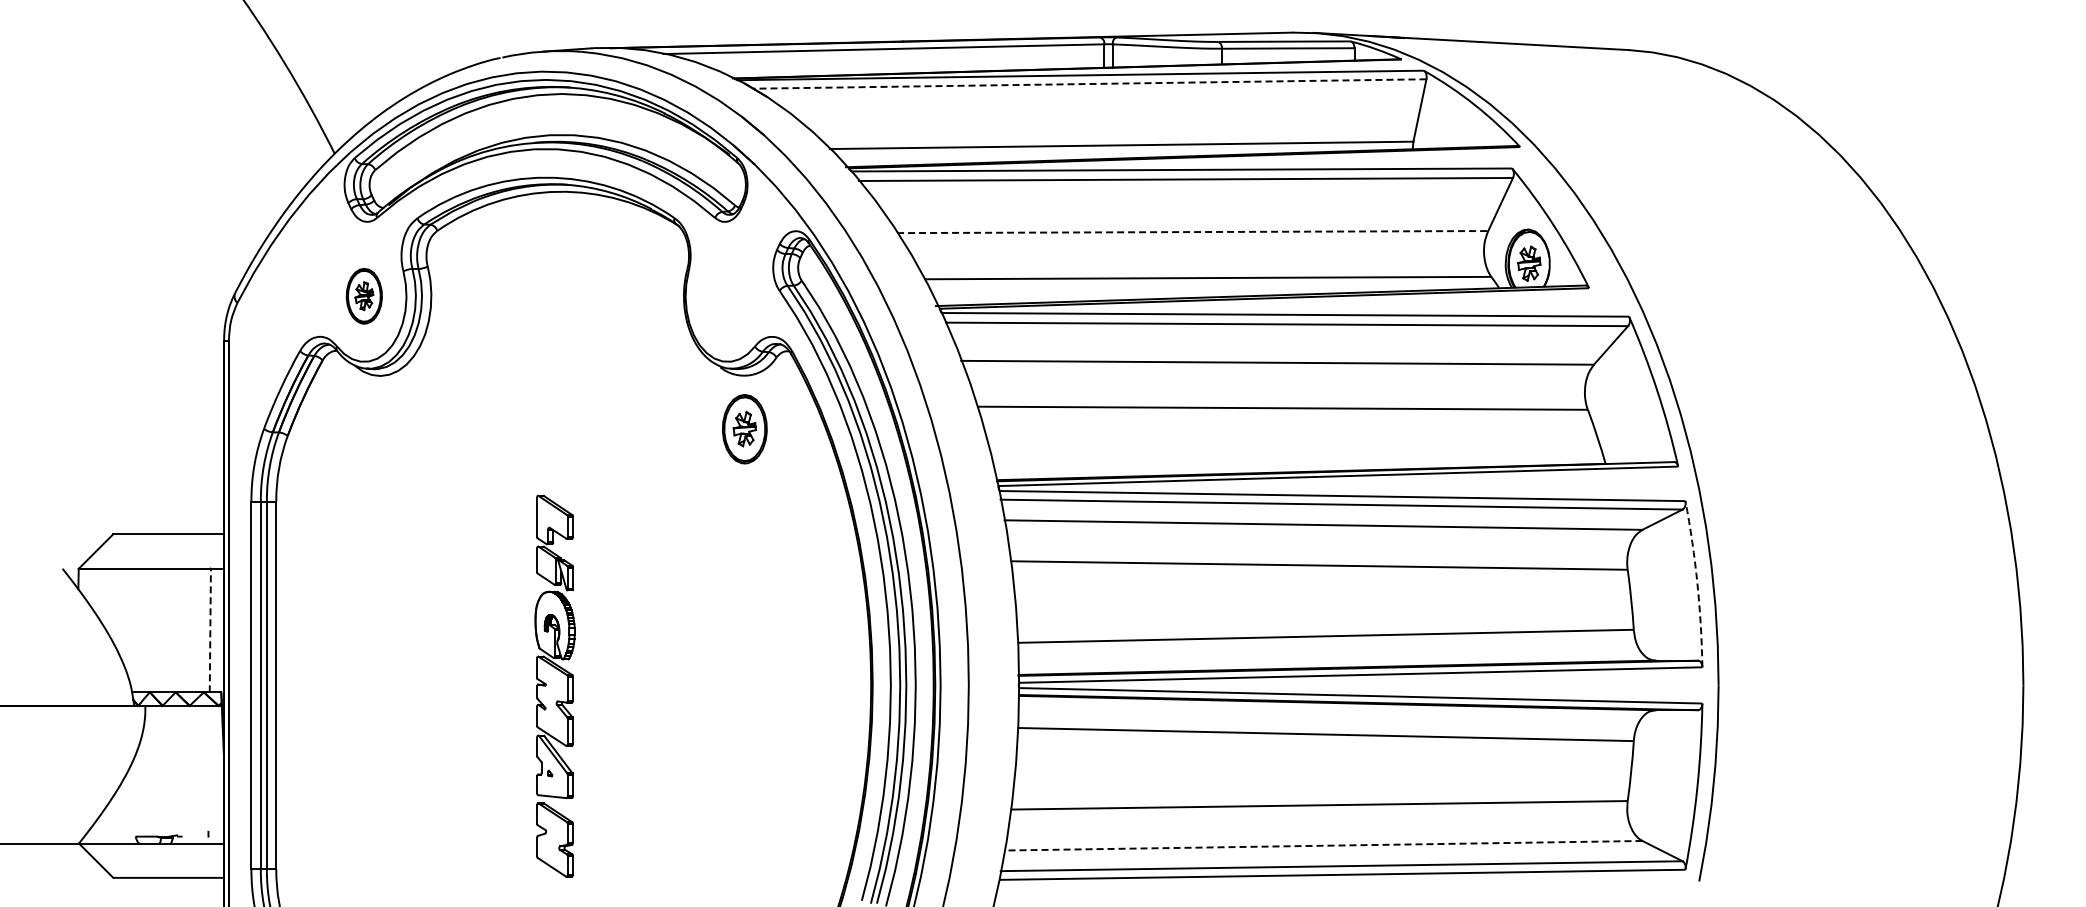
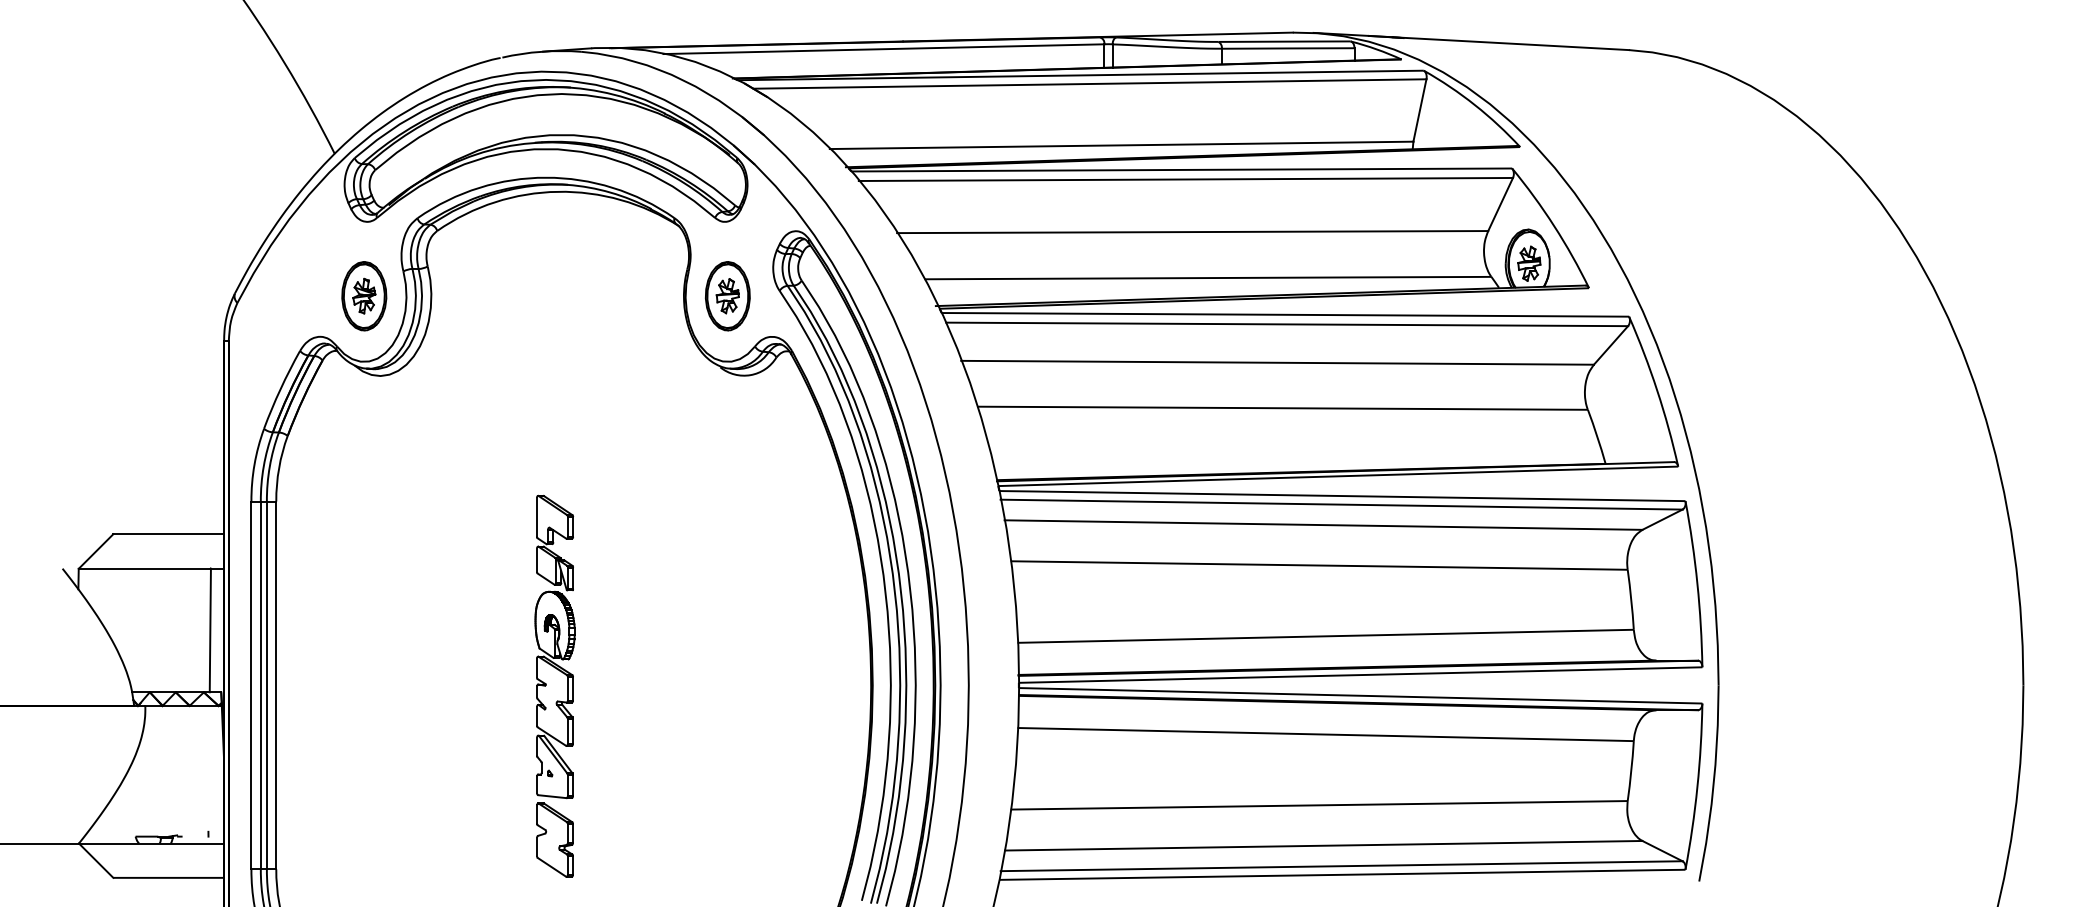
line at (1089, 84): dashed -> solid
line at (1192, 232): dashed -> solid
part at (363, 296) size: 38x57 px -> 47x71 px
part at (744, 429) position: (744, 429) -> (727, 296)
arc at (1697, 583): dashed -> solid
line at (210, 630): dashed -> solid
line at (1323, 845): dashed -> solid
